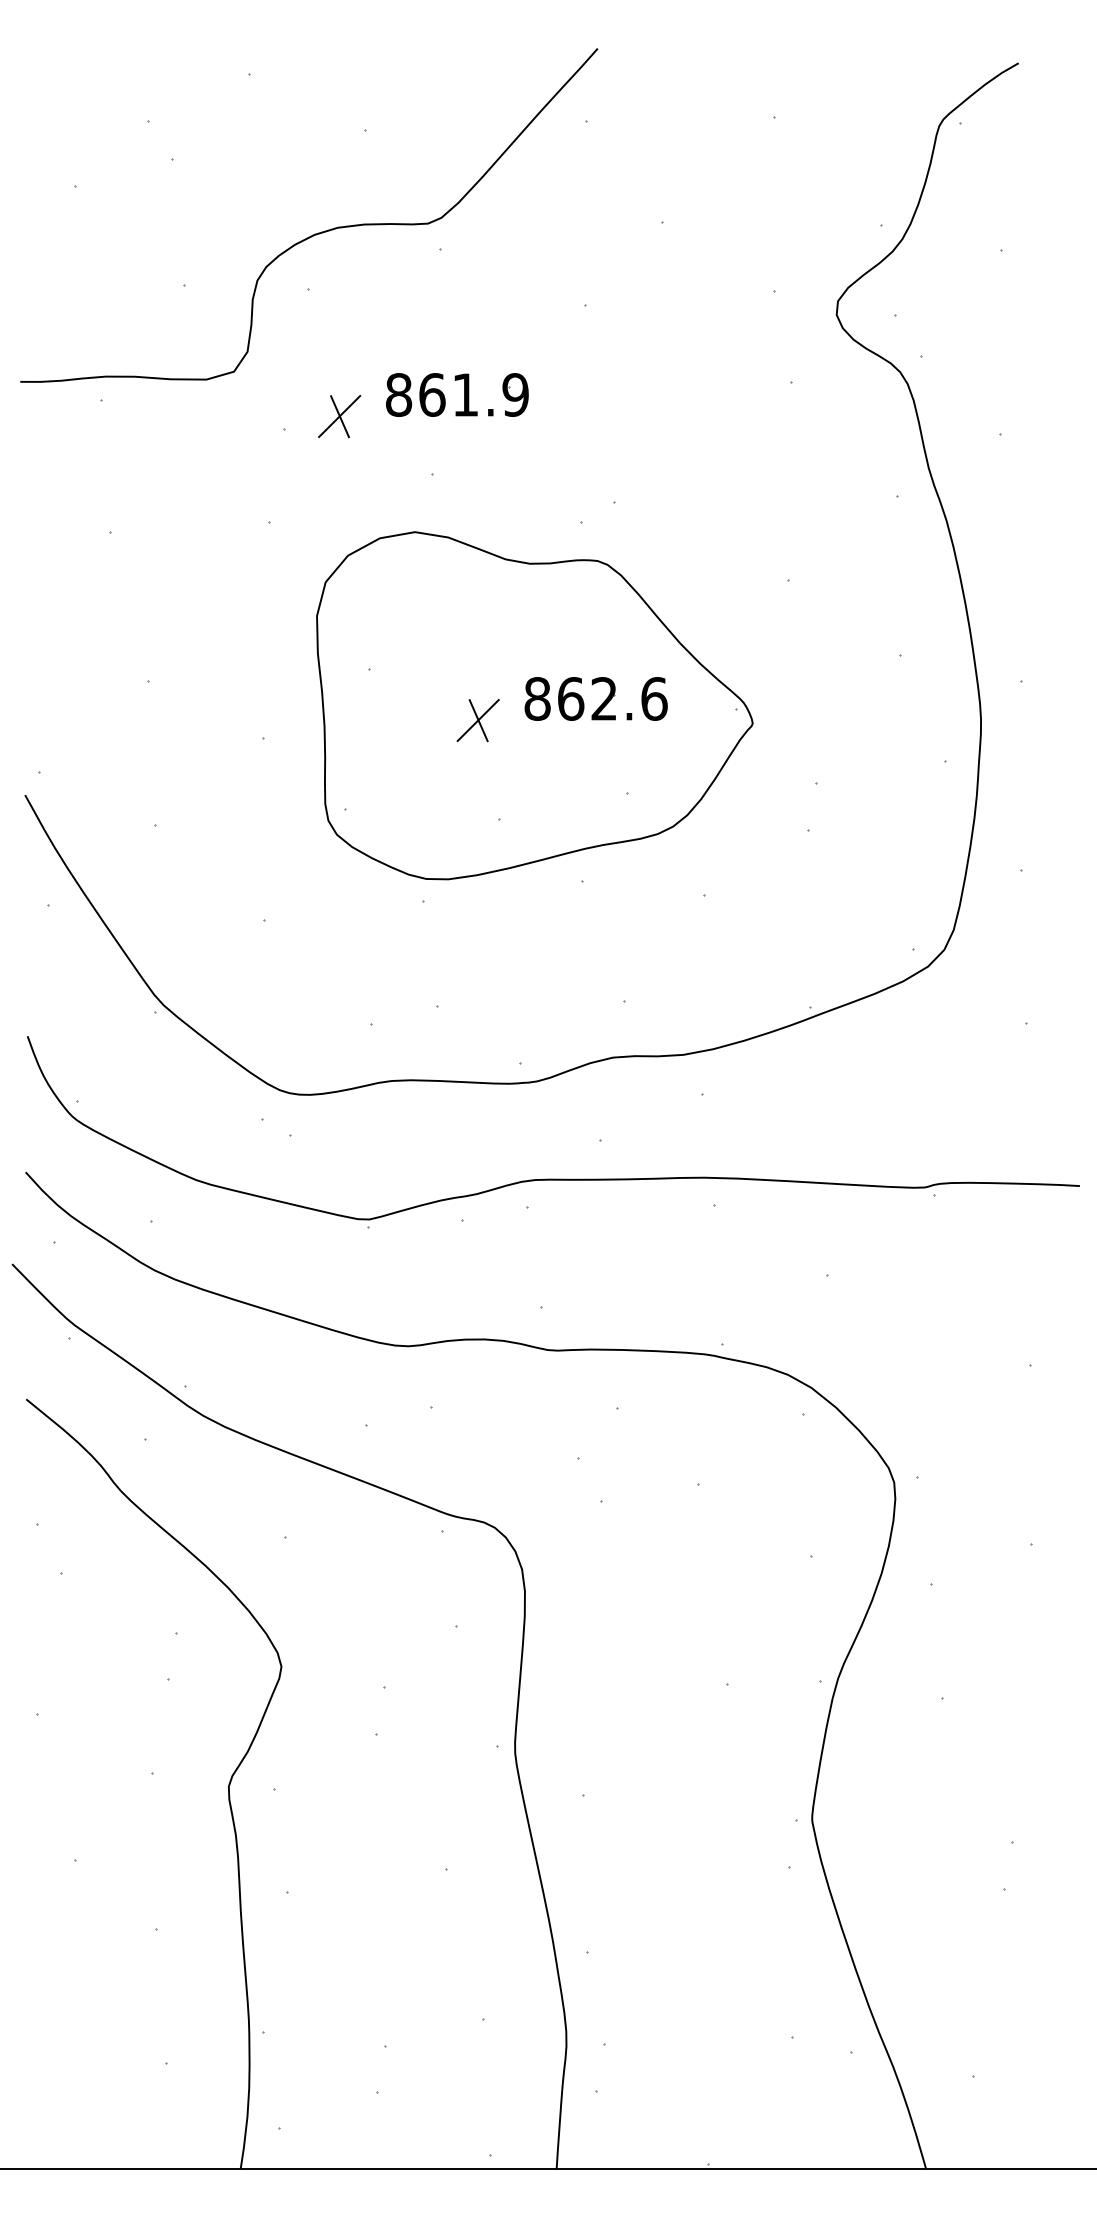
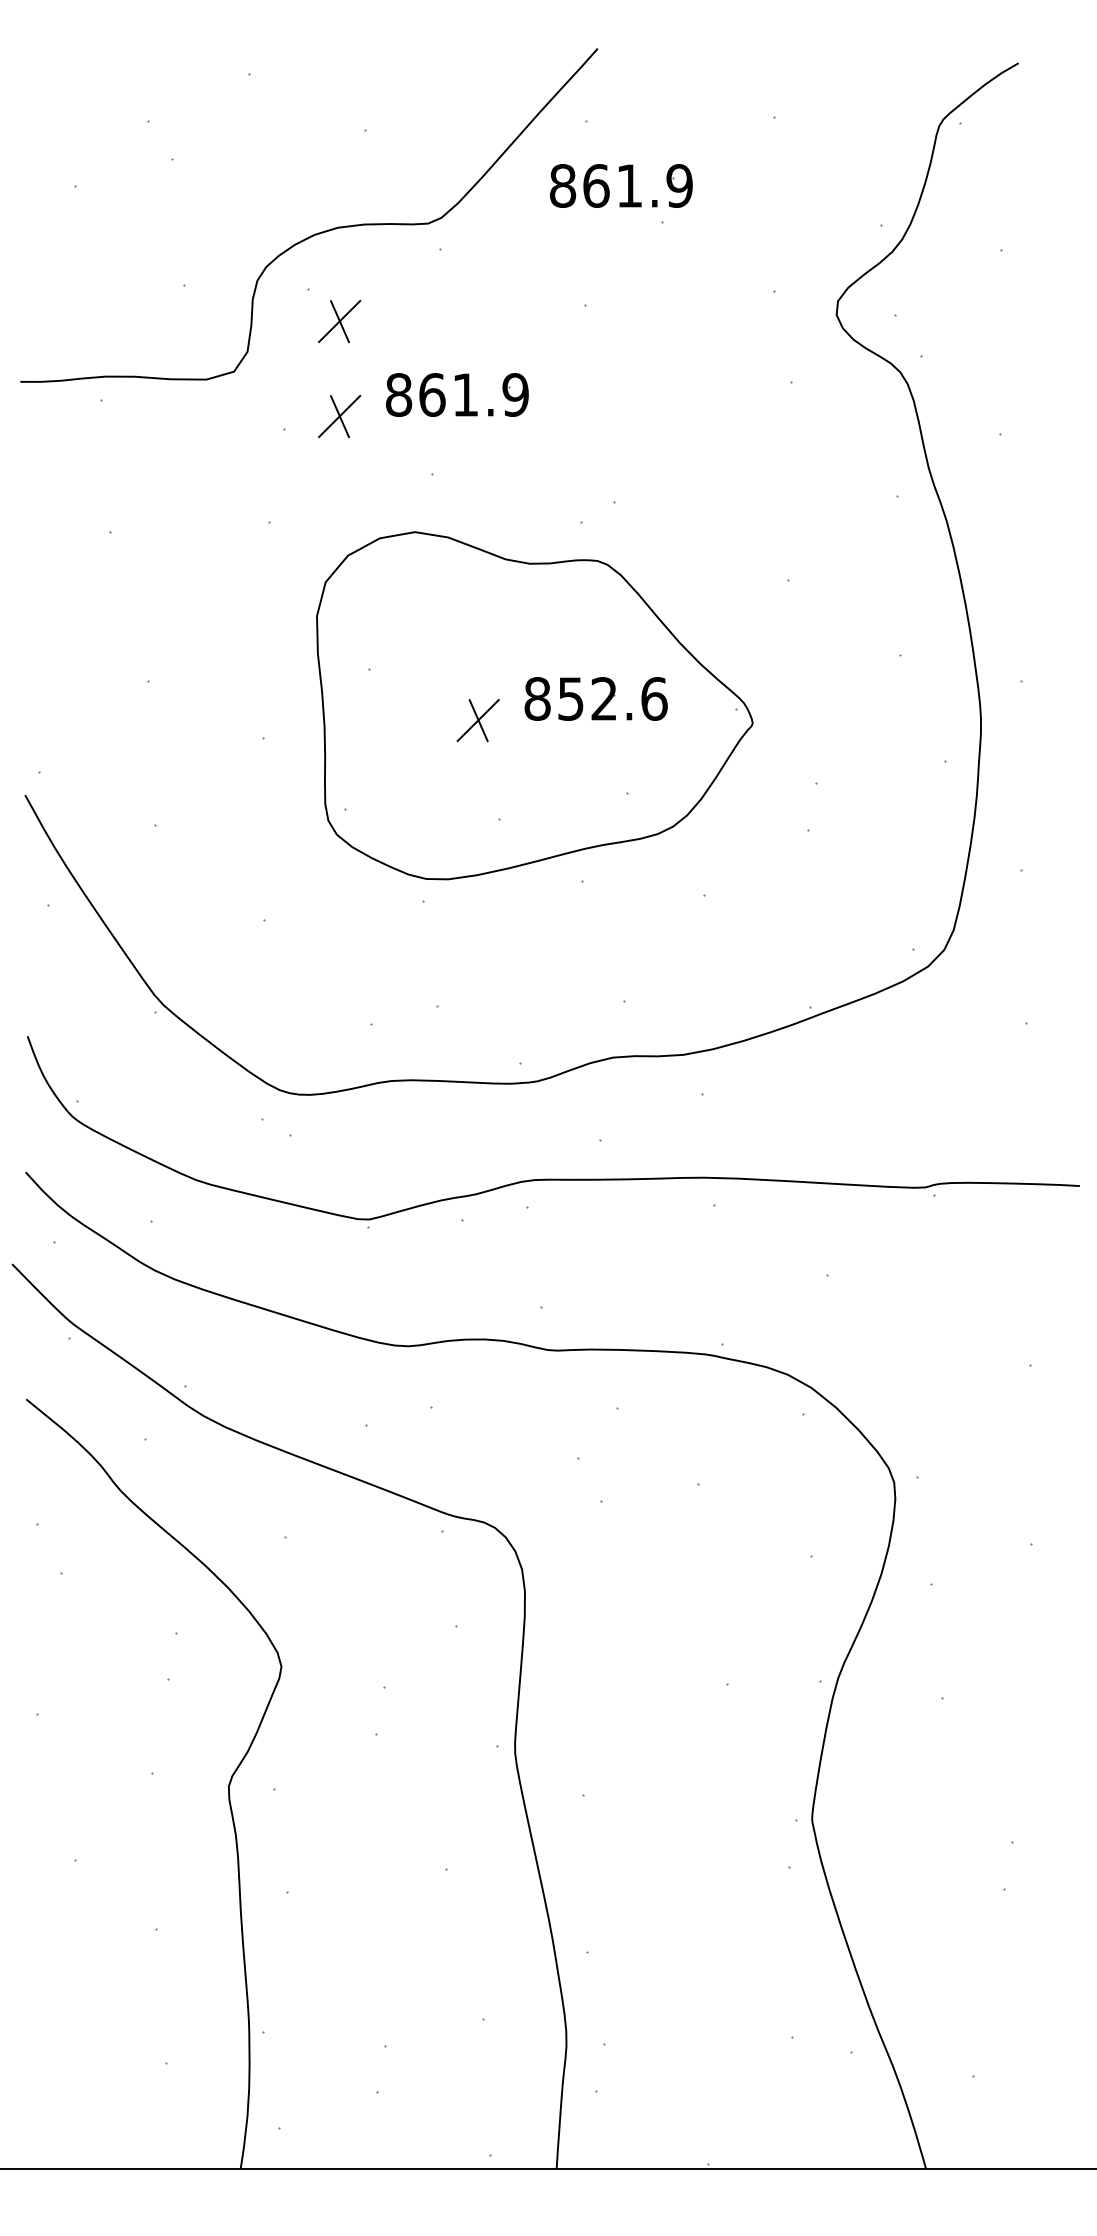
part at (628, 185): none -> present
part at (339, 321): none -> present
text at (571, 698): 862.6 -> 852.6
